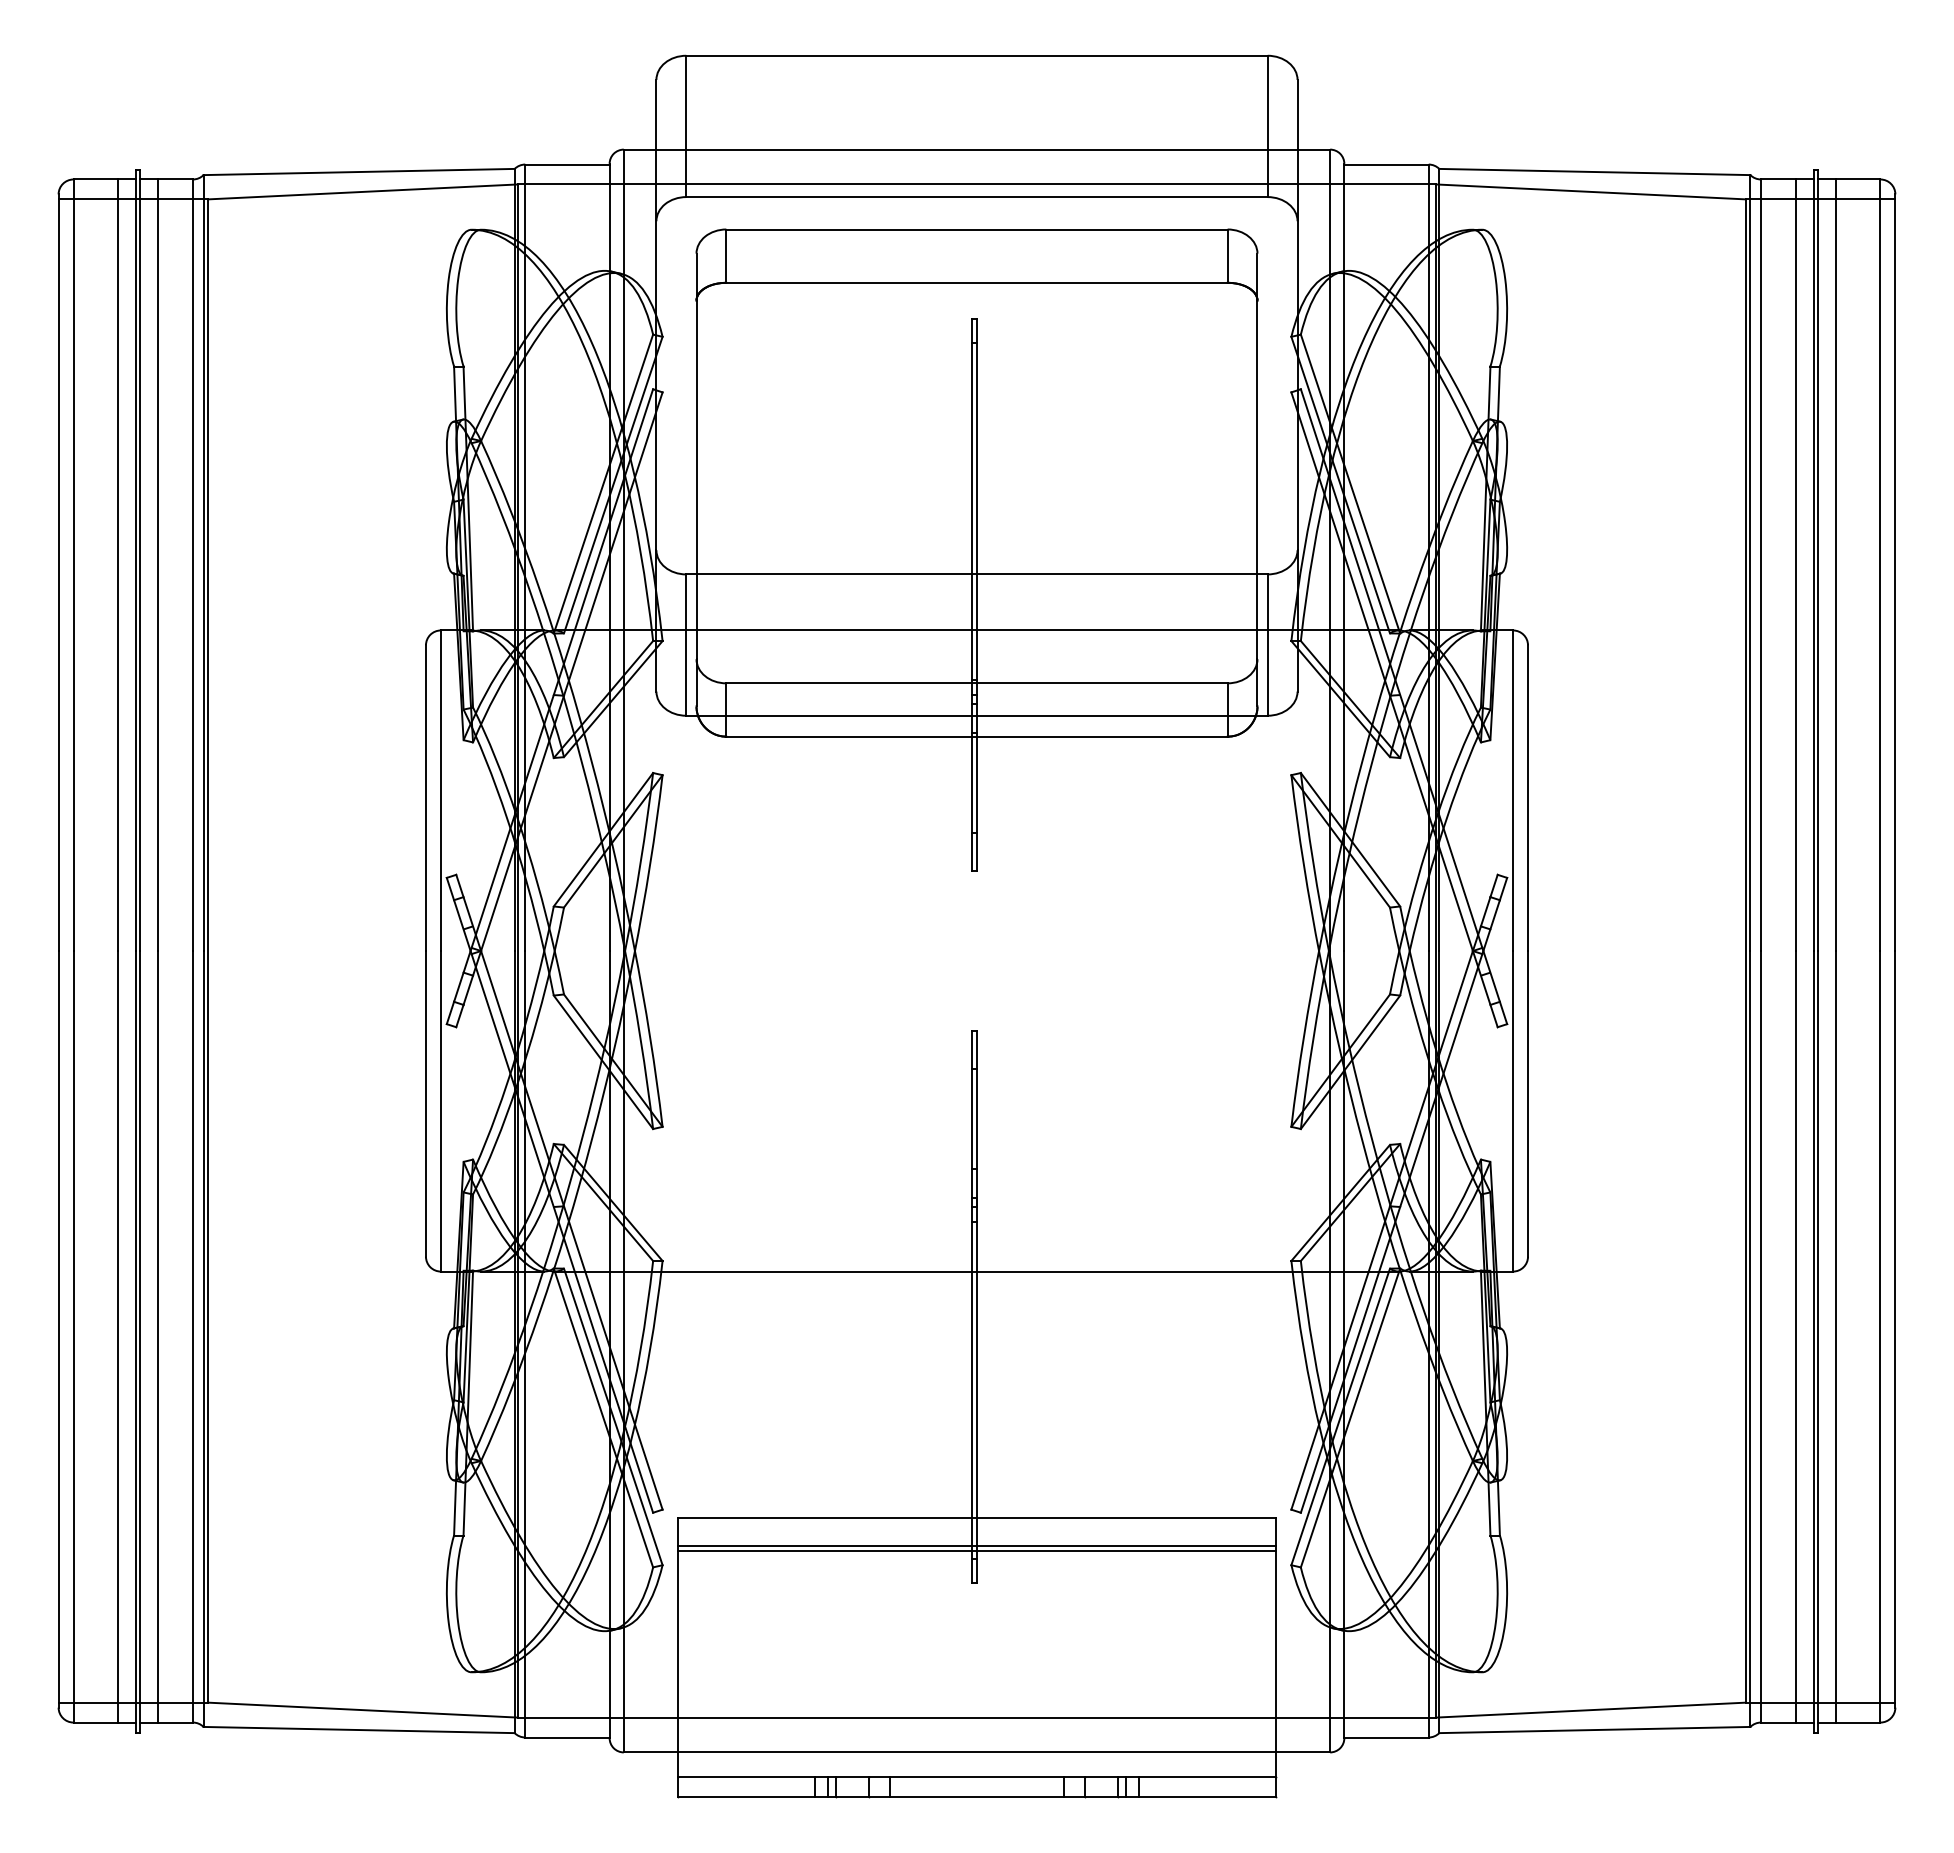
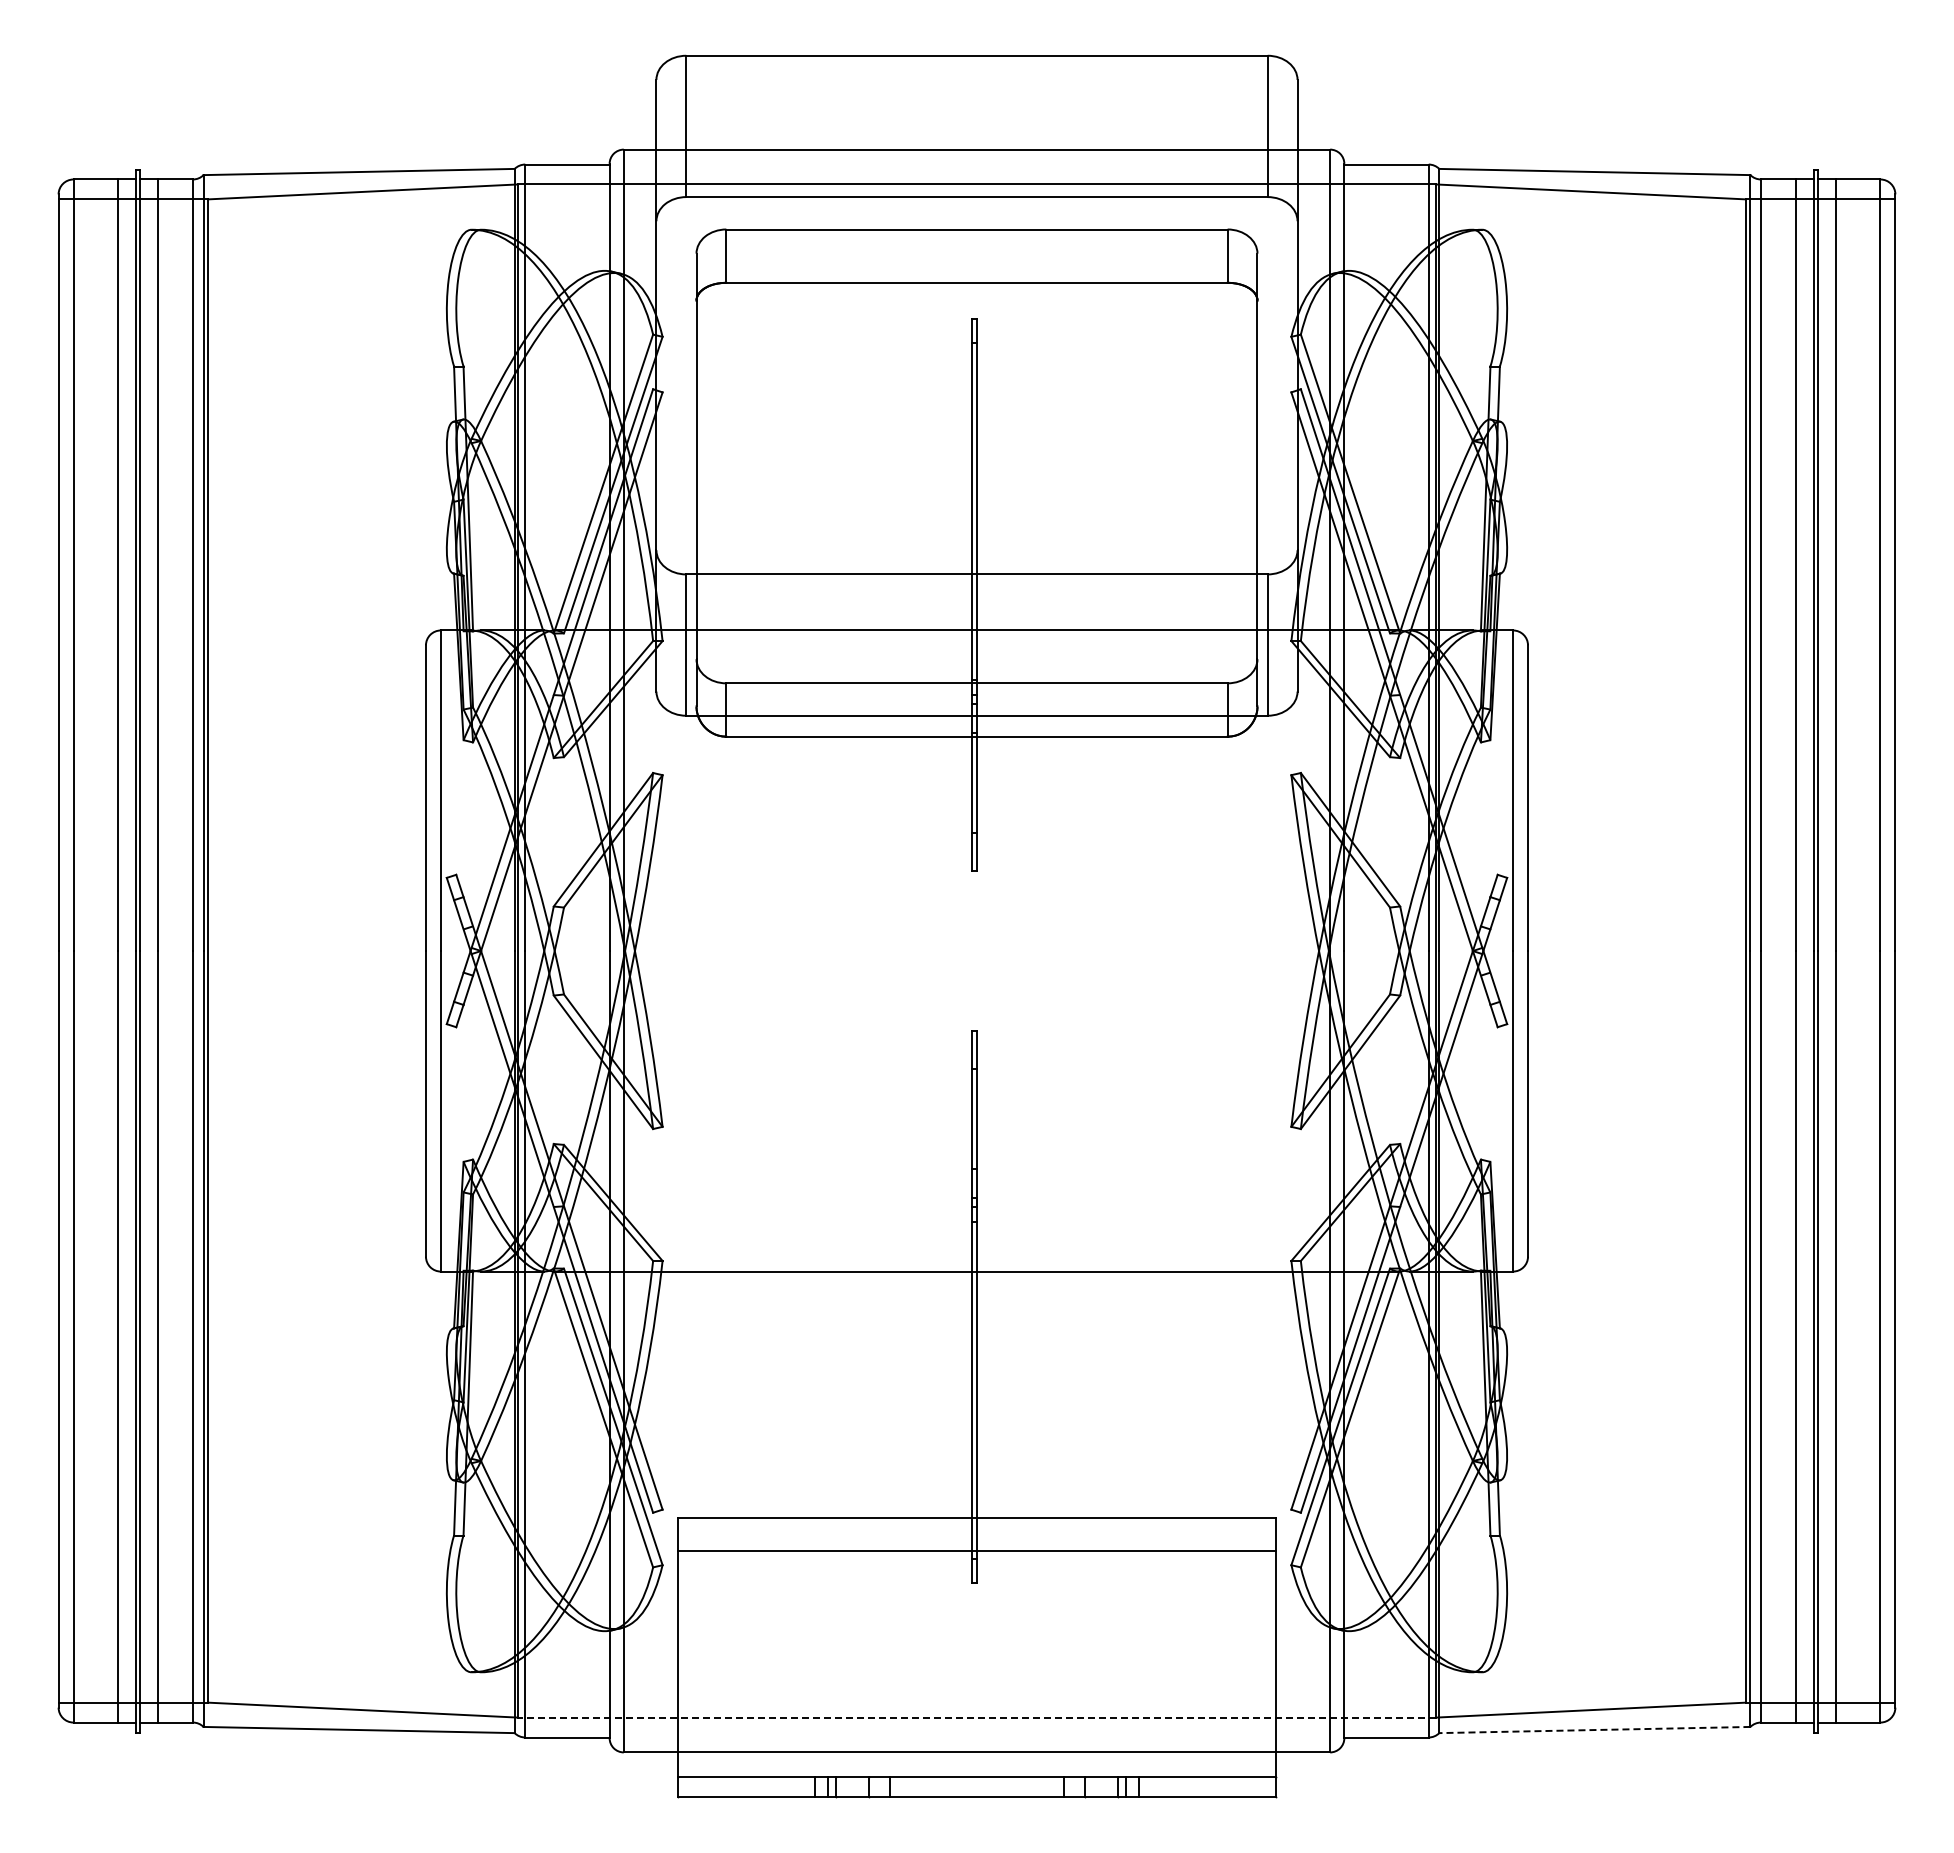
line at (976, 1545): present -> none
line at (976, 1717): solid -> dashed
line at (1594, 1730): solid -> dashed
